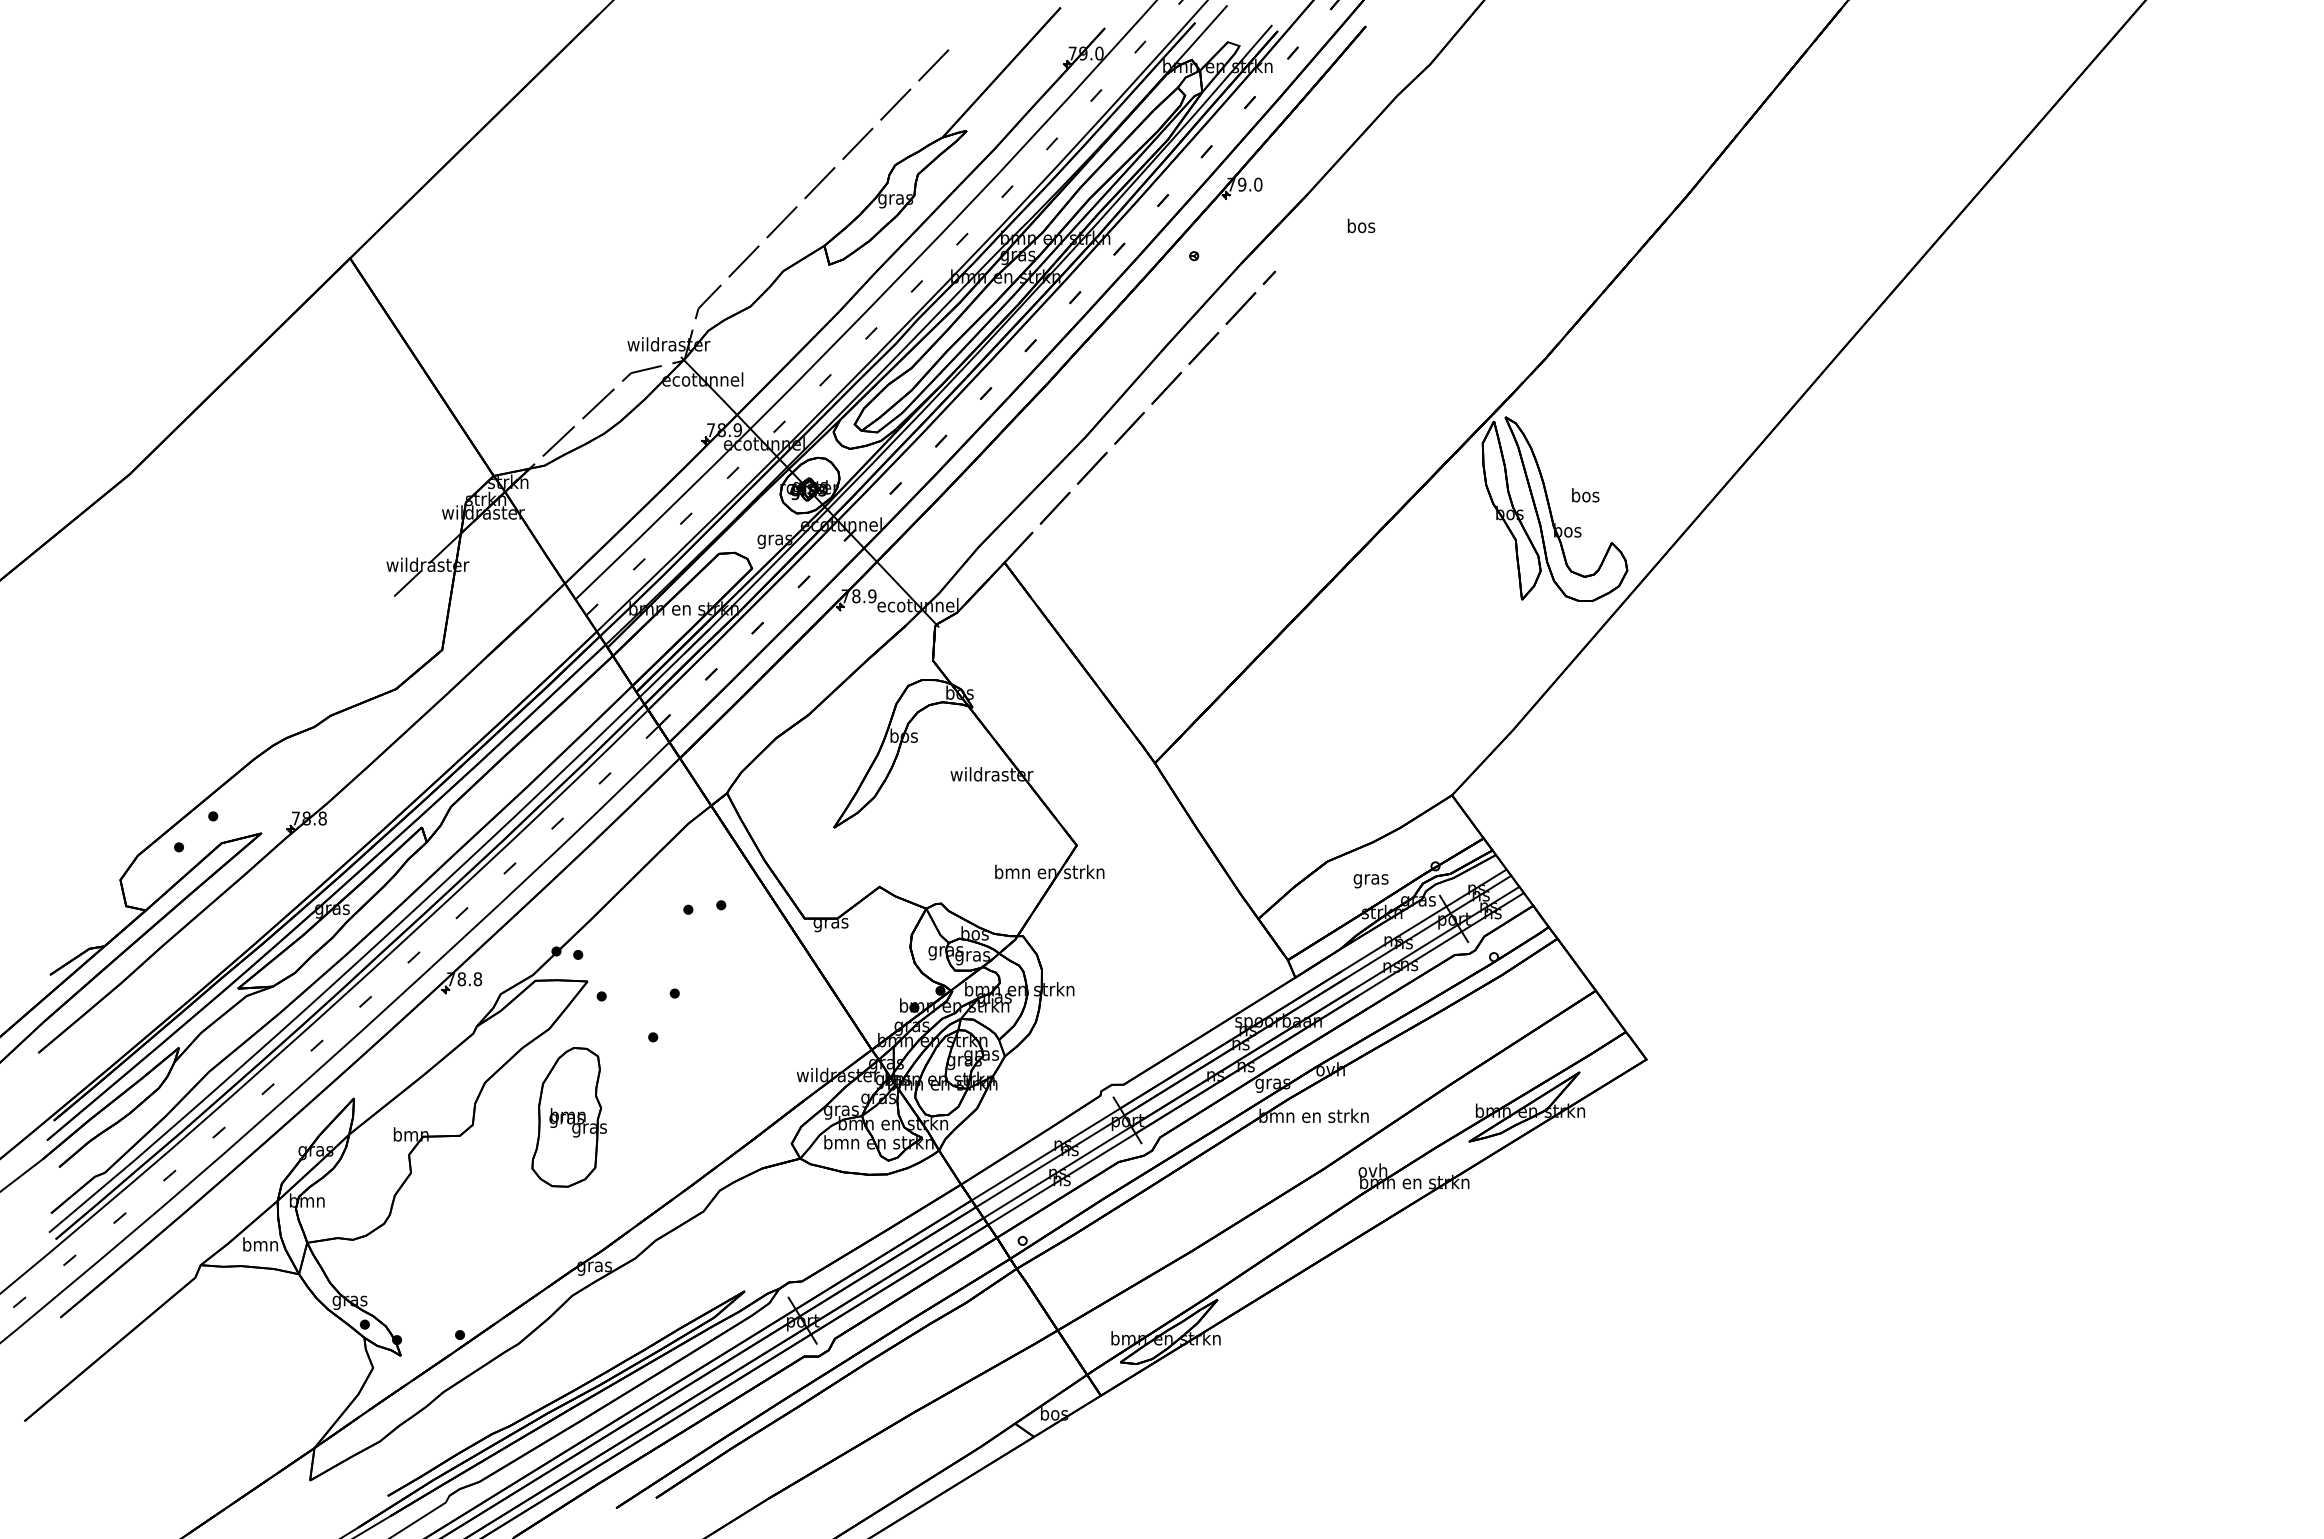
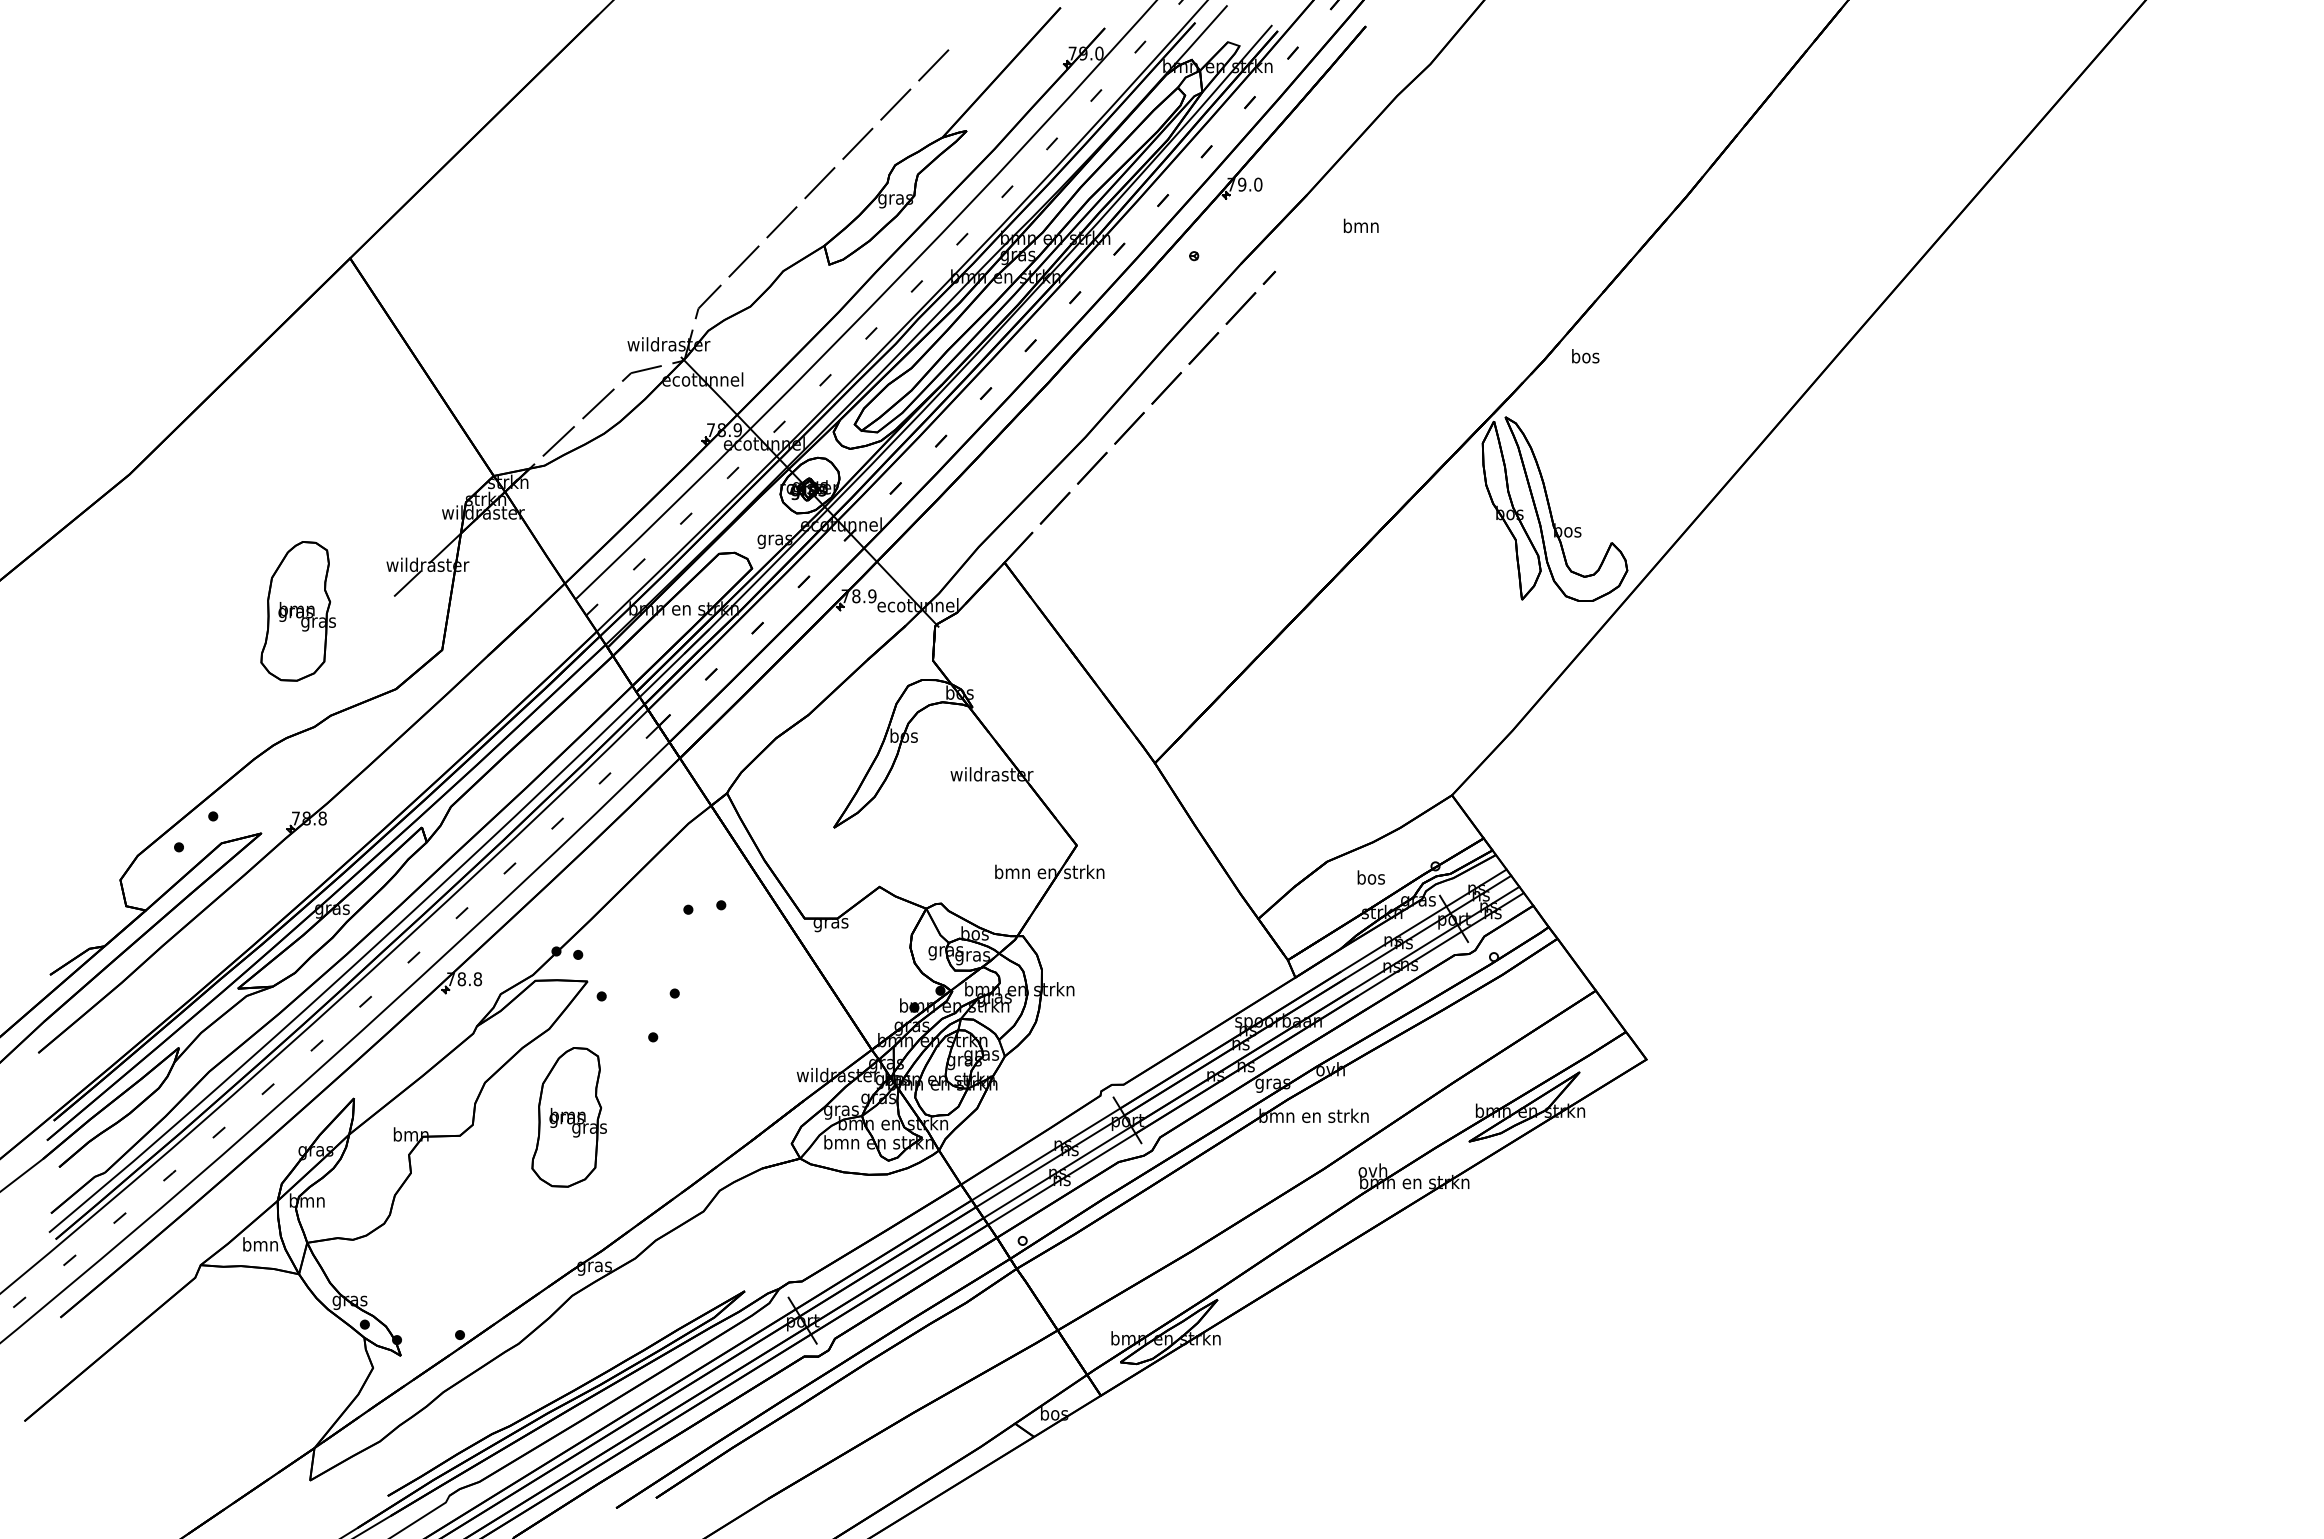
text at (1360, 225): bos -> bmn
text at (1585, 495) position: (1585, 495) -> (1585, 356)
part at (297, 611): none -> present
text at (1370, 879): gras -> bos
